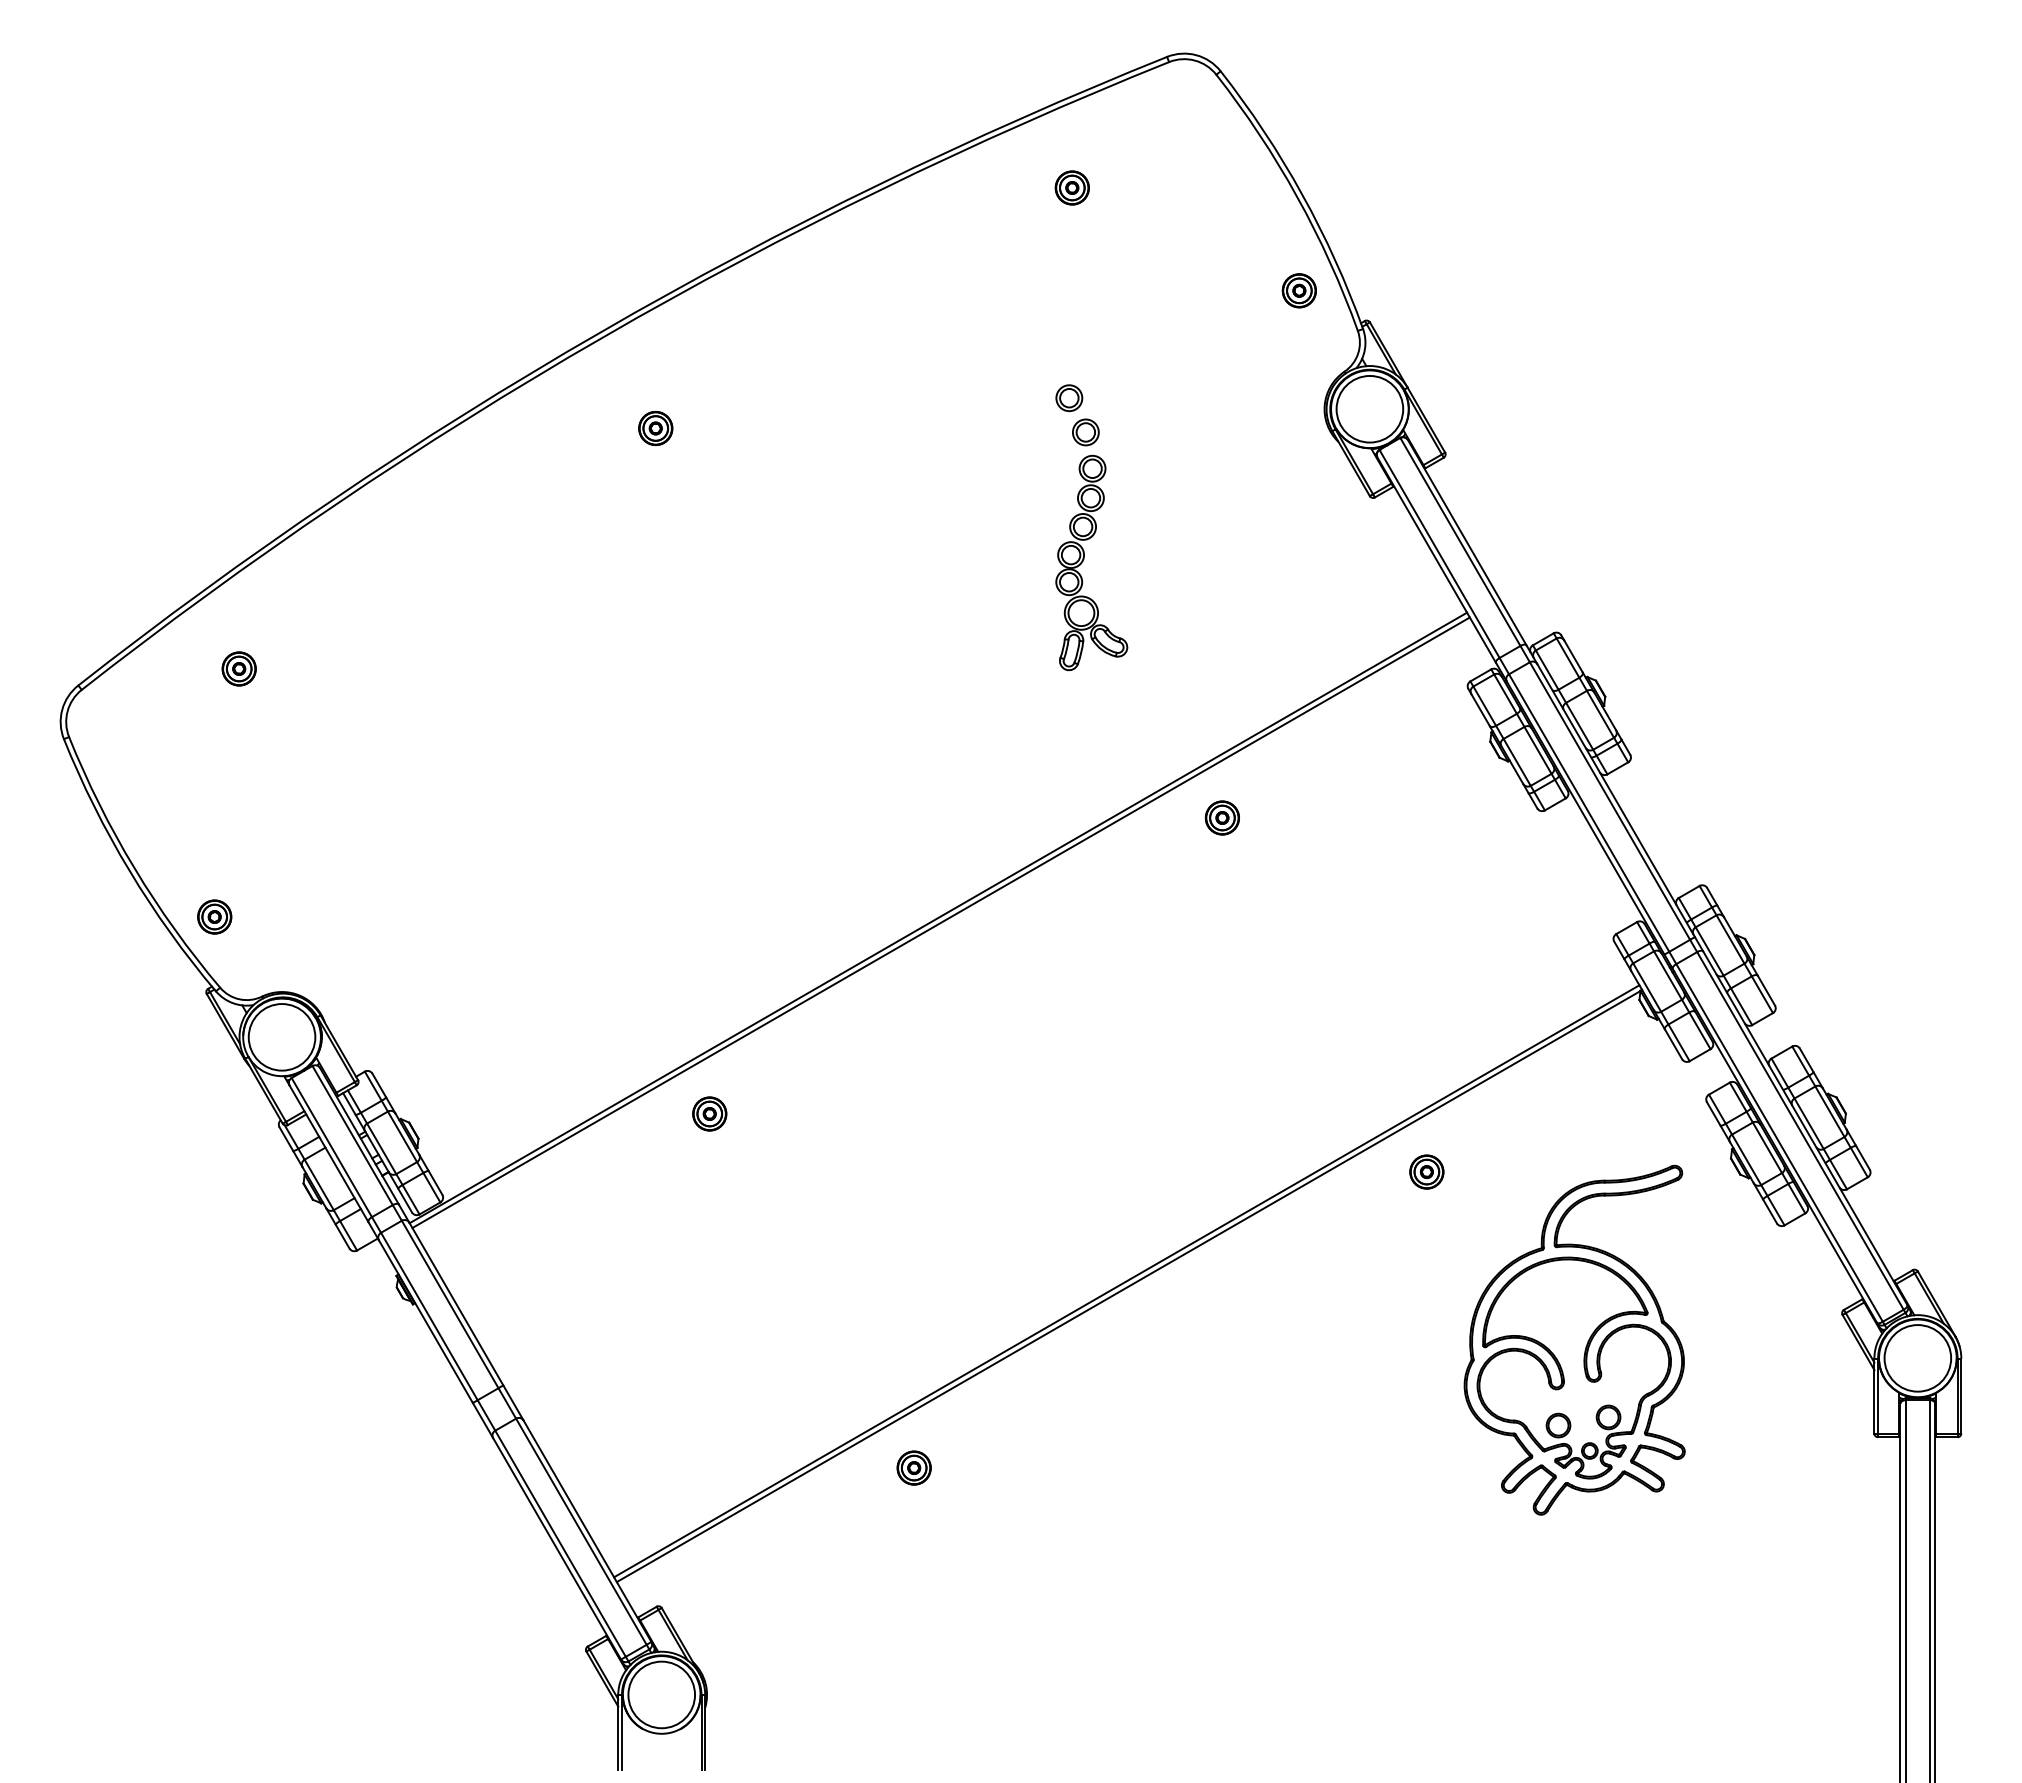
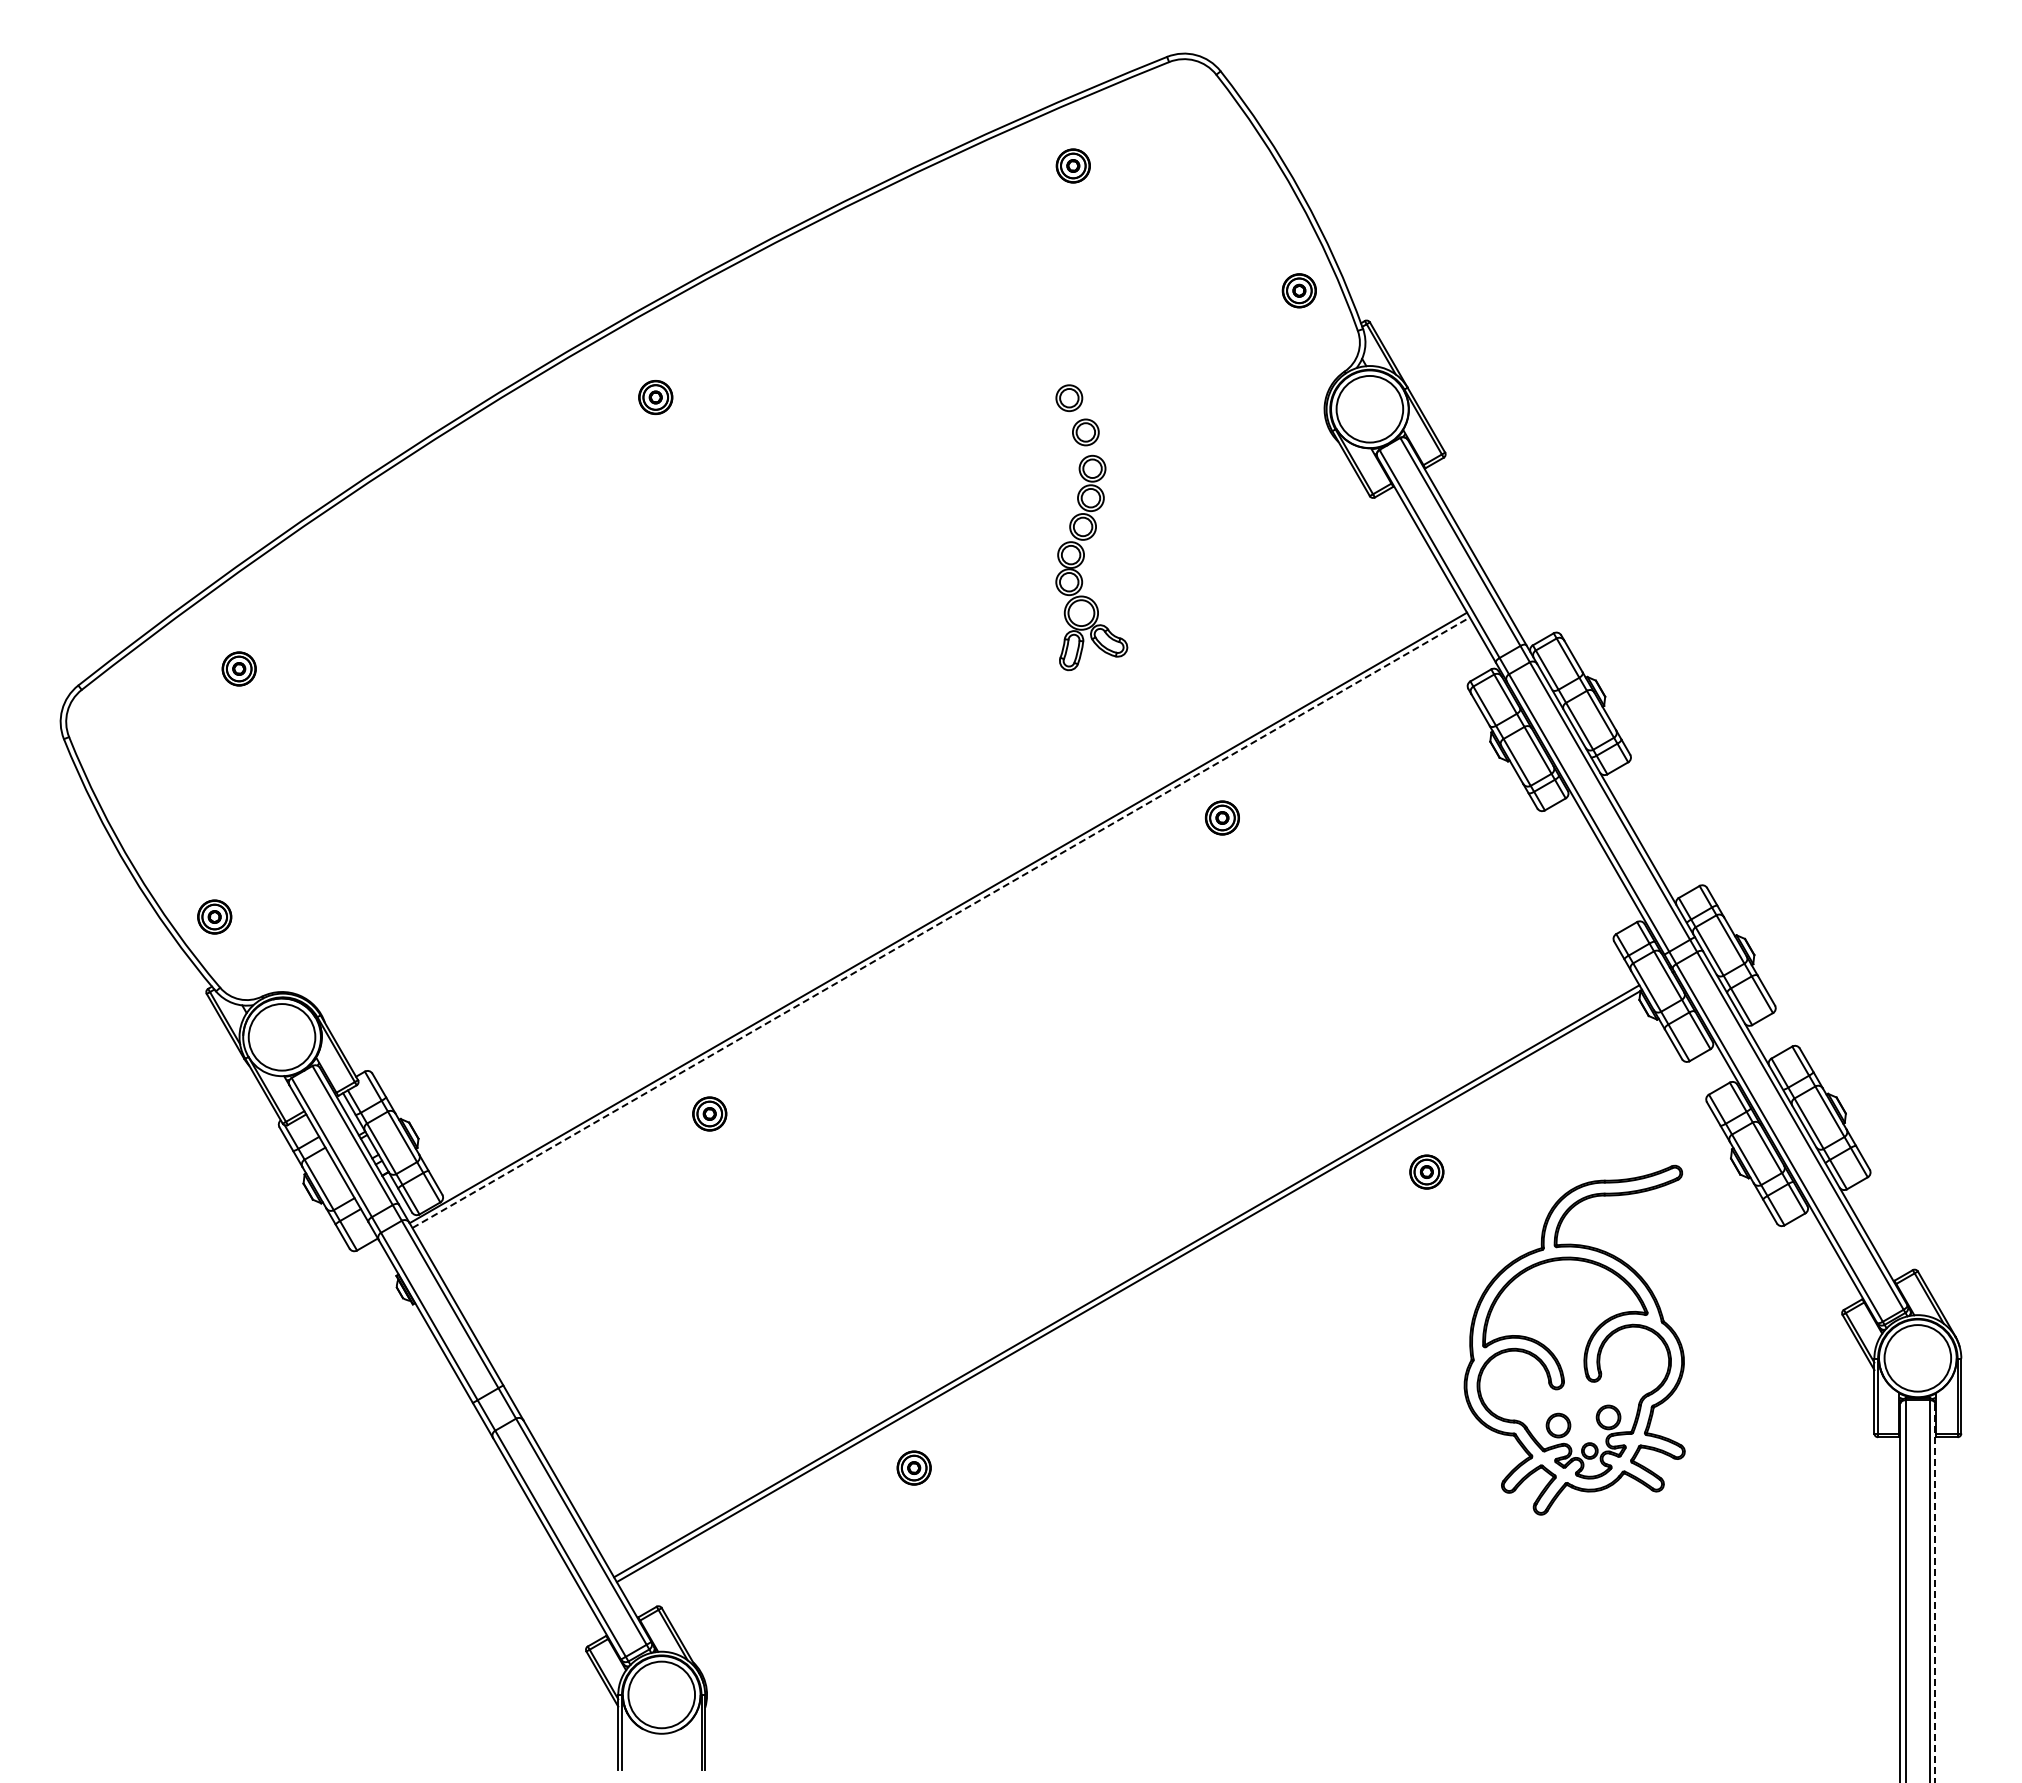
part at (1071, 187) position: (1071, 187) -> (1072, 165)
part at (655, 428) position: (655, 428) -> (655, 397)
line at (941, 922): solid -> dashed
line at (1935, 1593): solid -> dashed
